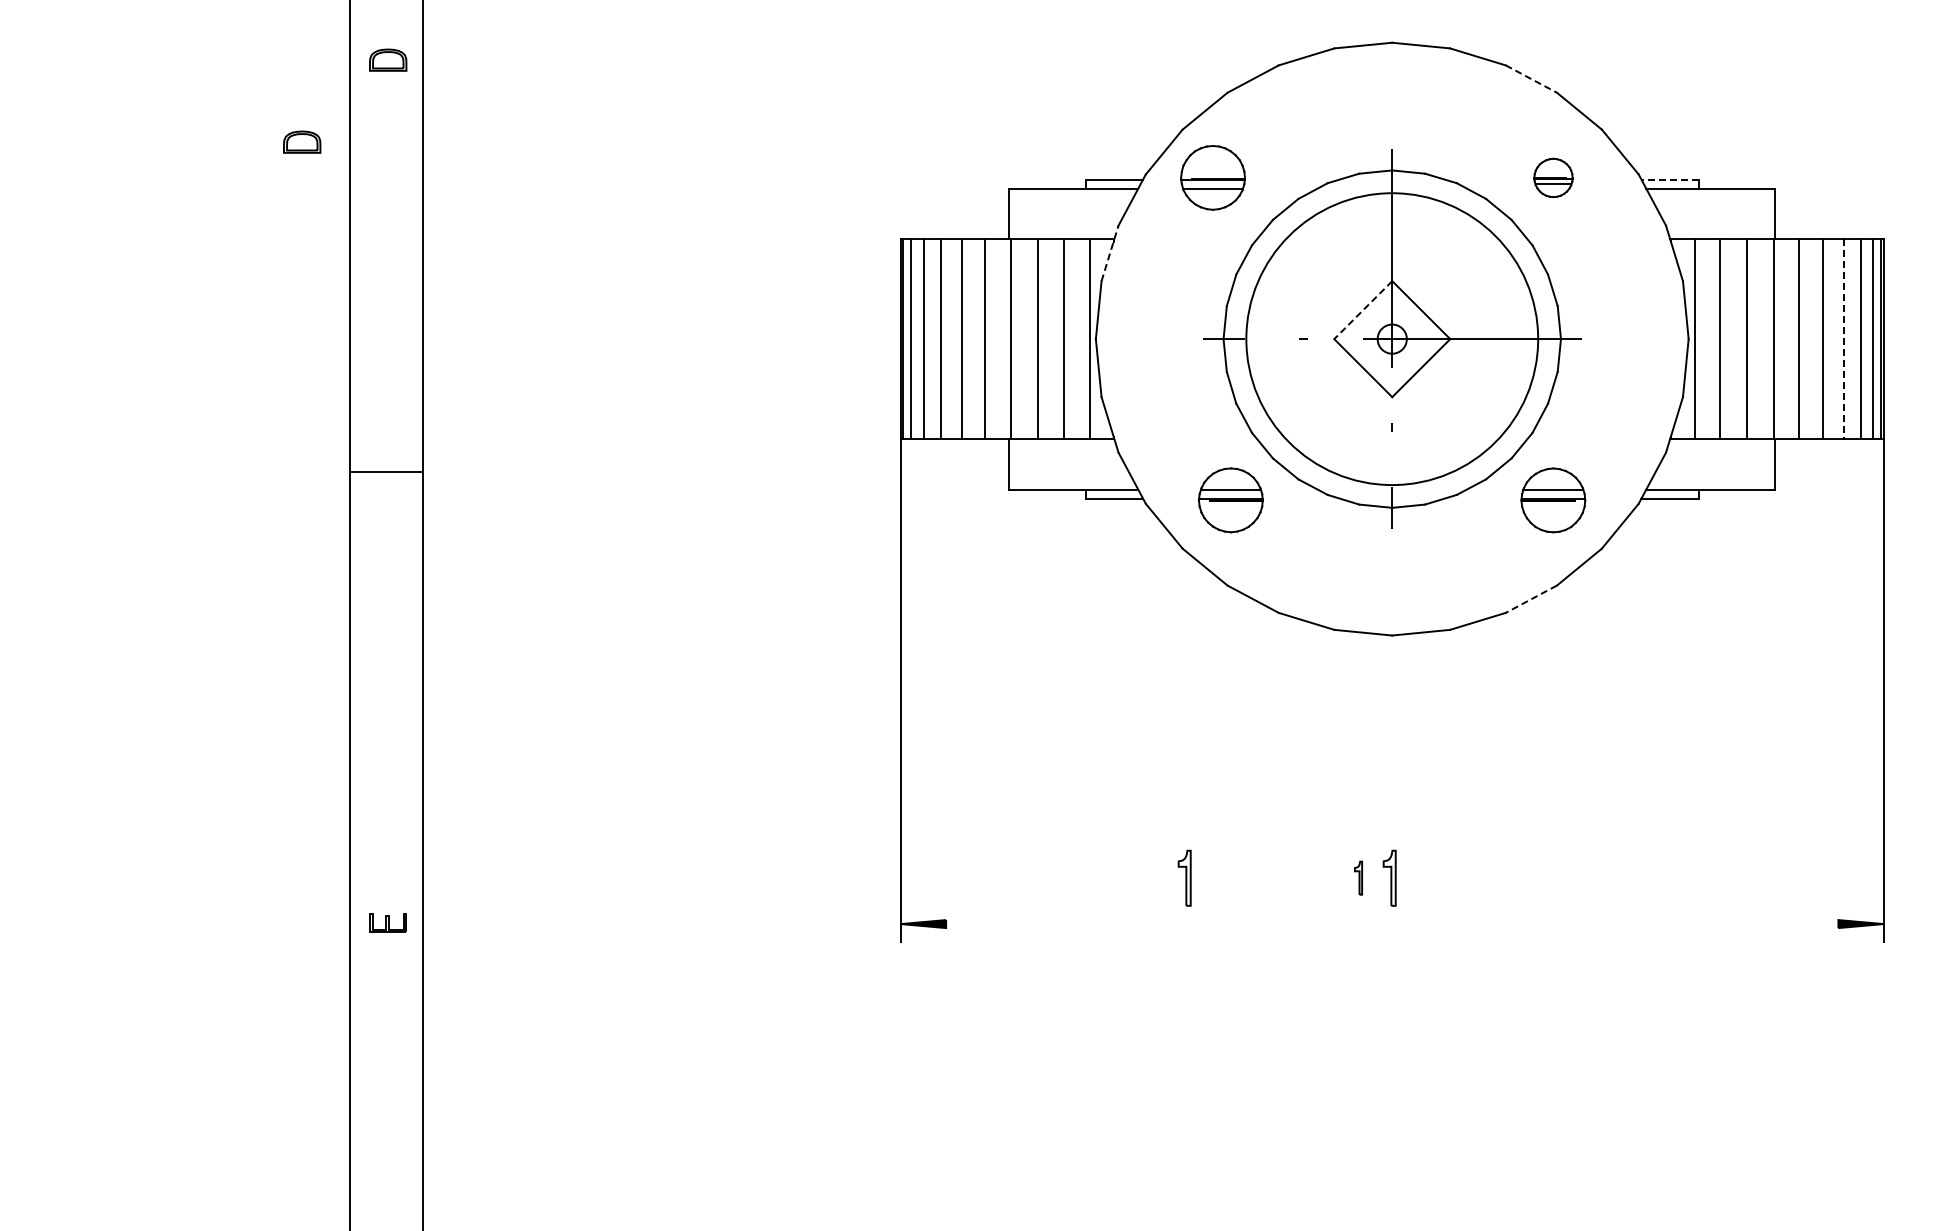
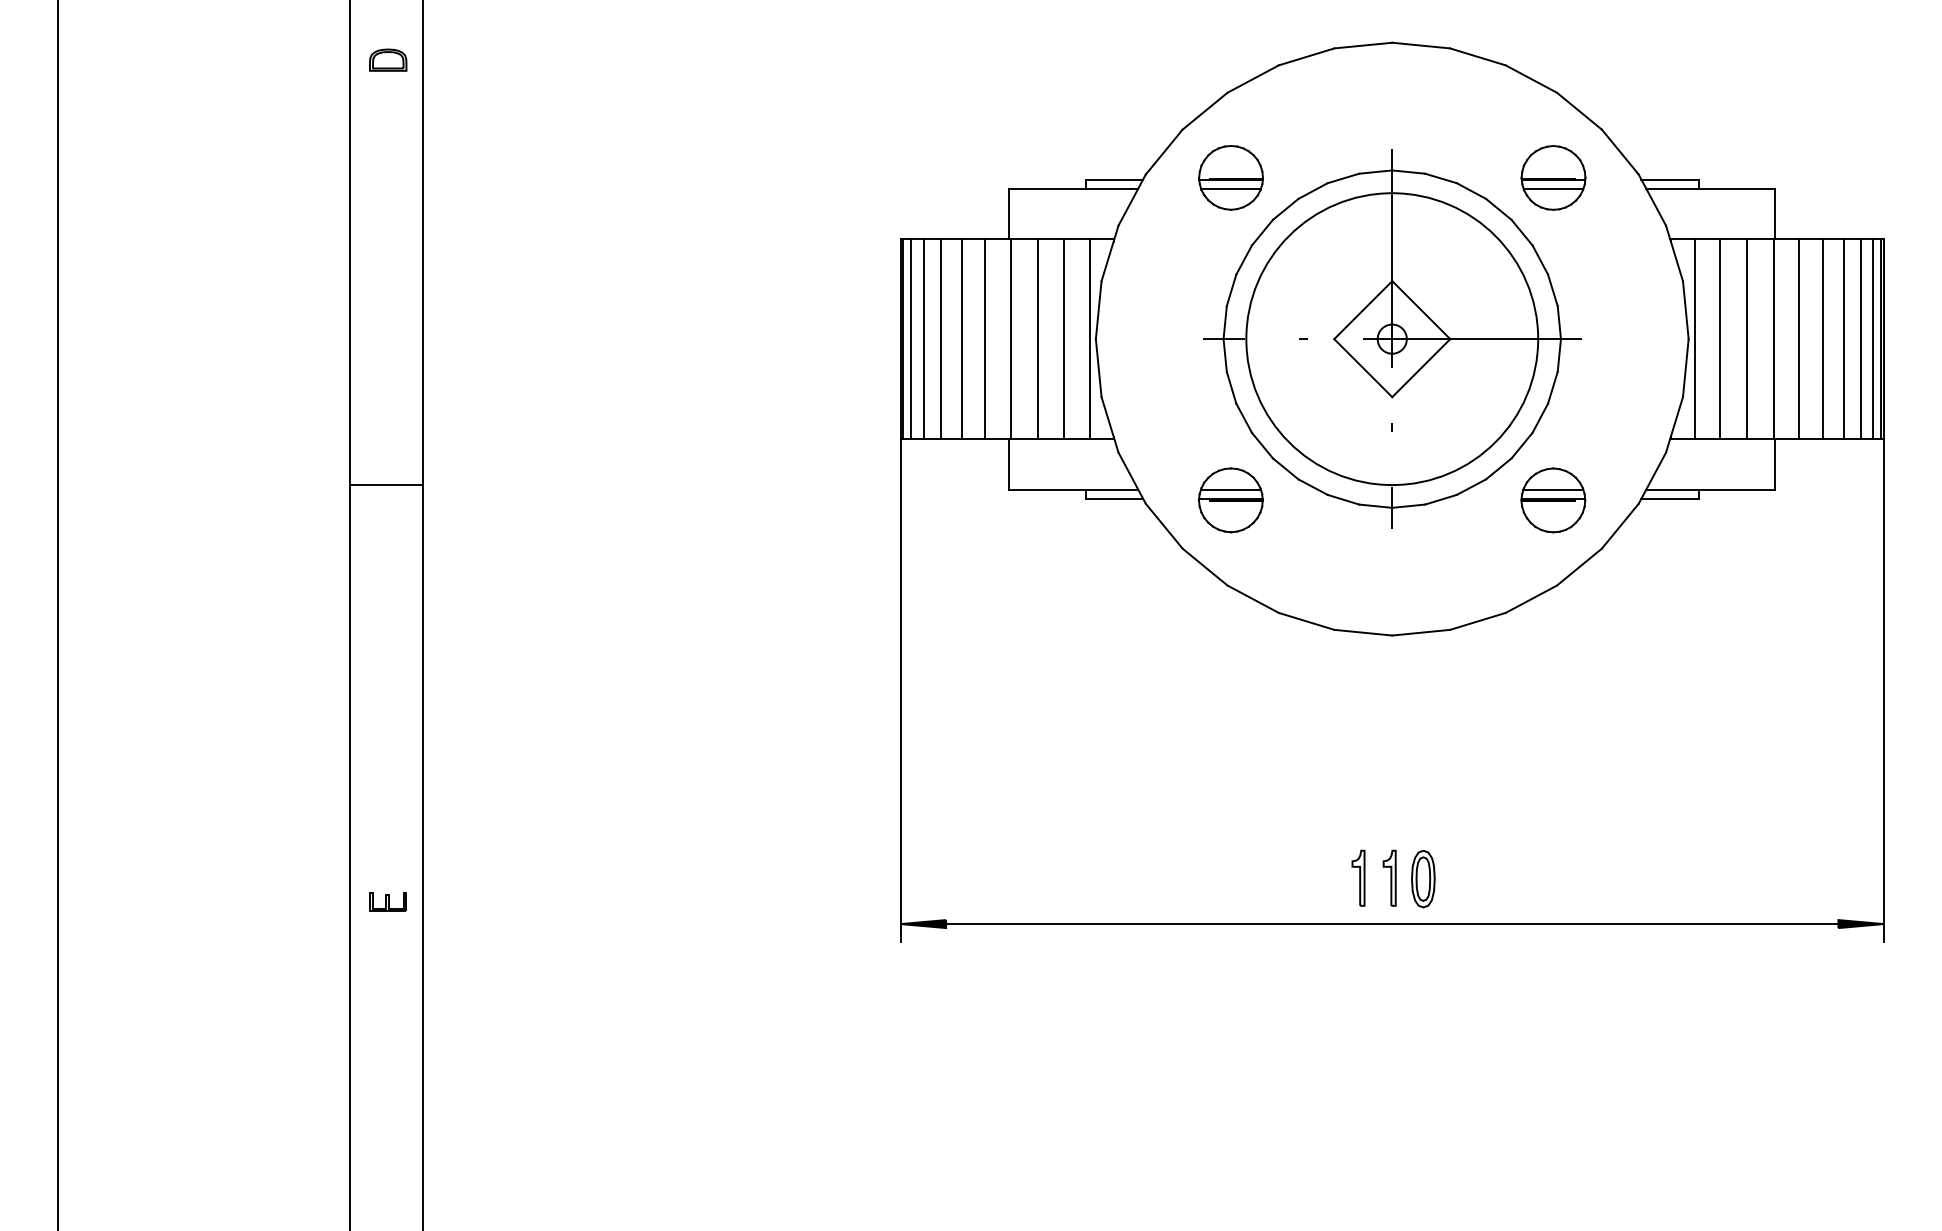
line at (1531, 79): dashed -> solid
part at (302, 141): present -> none
part at (1212, 177) position: (1212, 177) -> (1230, 177)
part at (1553, 177) size: 41x41 px -> 67x66 px
line at (1670, 179): dashed -> solid
line at (1110, 253): dashed -> solid
line at (1362, 310): dashed -> solid
line at (1843, 339): dashed -> solid
line at (386, 471) position: (386, 471) -> (386, 484)
line at (1530, 599): dashed -> solid
line at (58, 614): none -> present
part at (1184, 877): present -> none
part at (1358, 877) size: 9x36 px -> 15x58 px
part at (1423, 878): none -> present
part at (387, 922) position: (387, 922) -> (387, 901)
line at (1392, 924): none -> present
